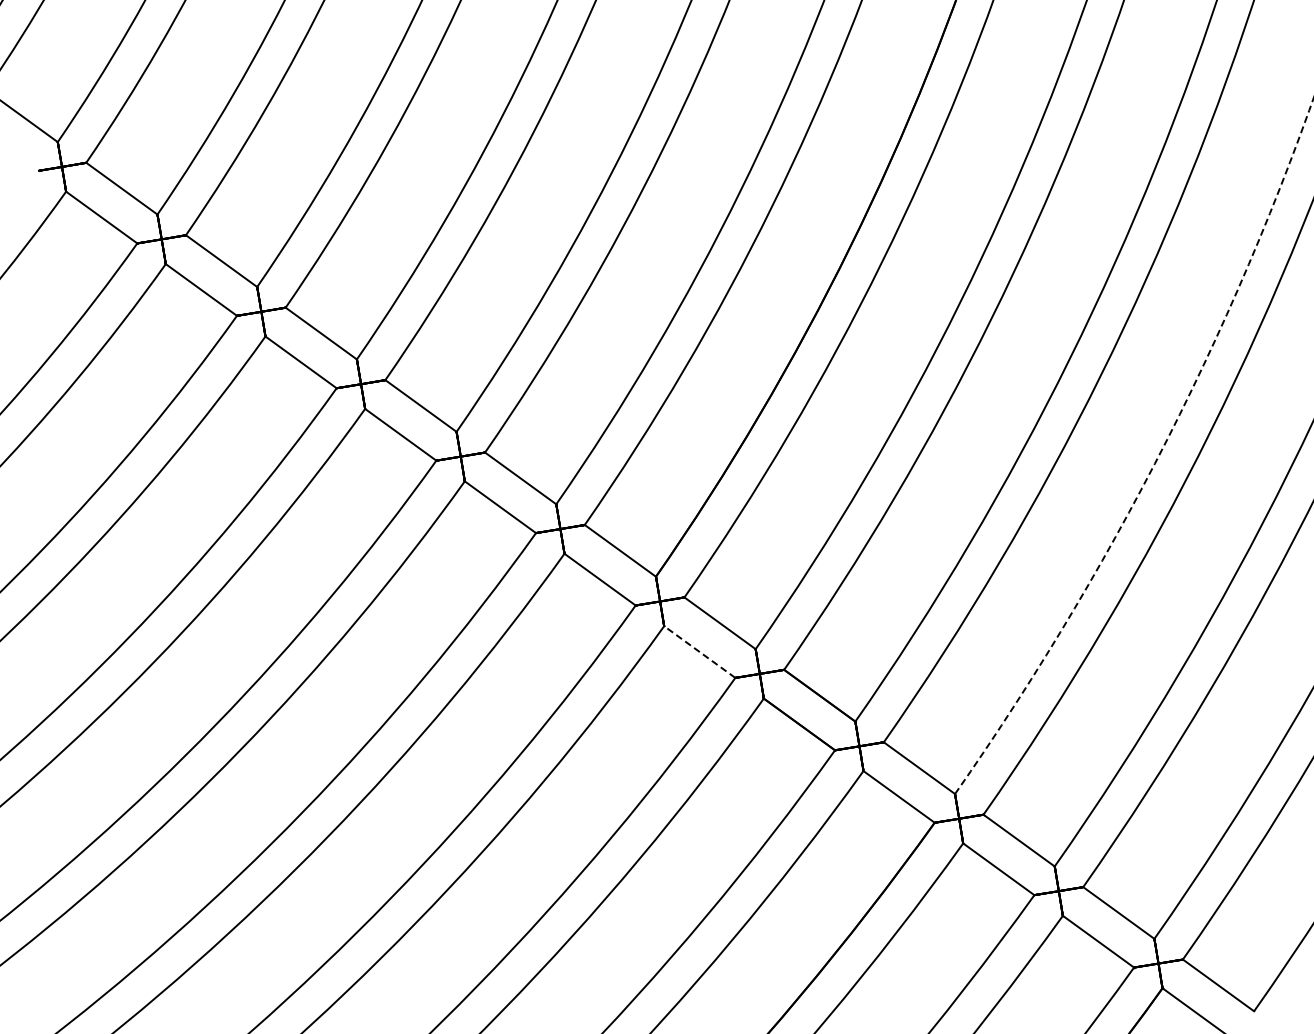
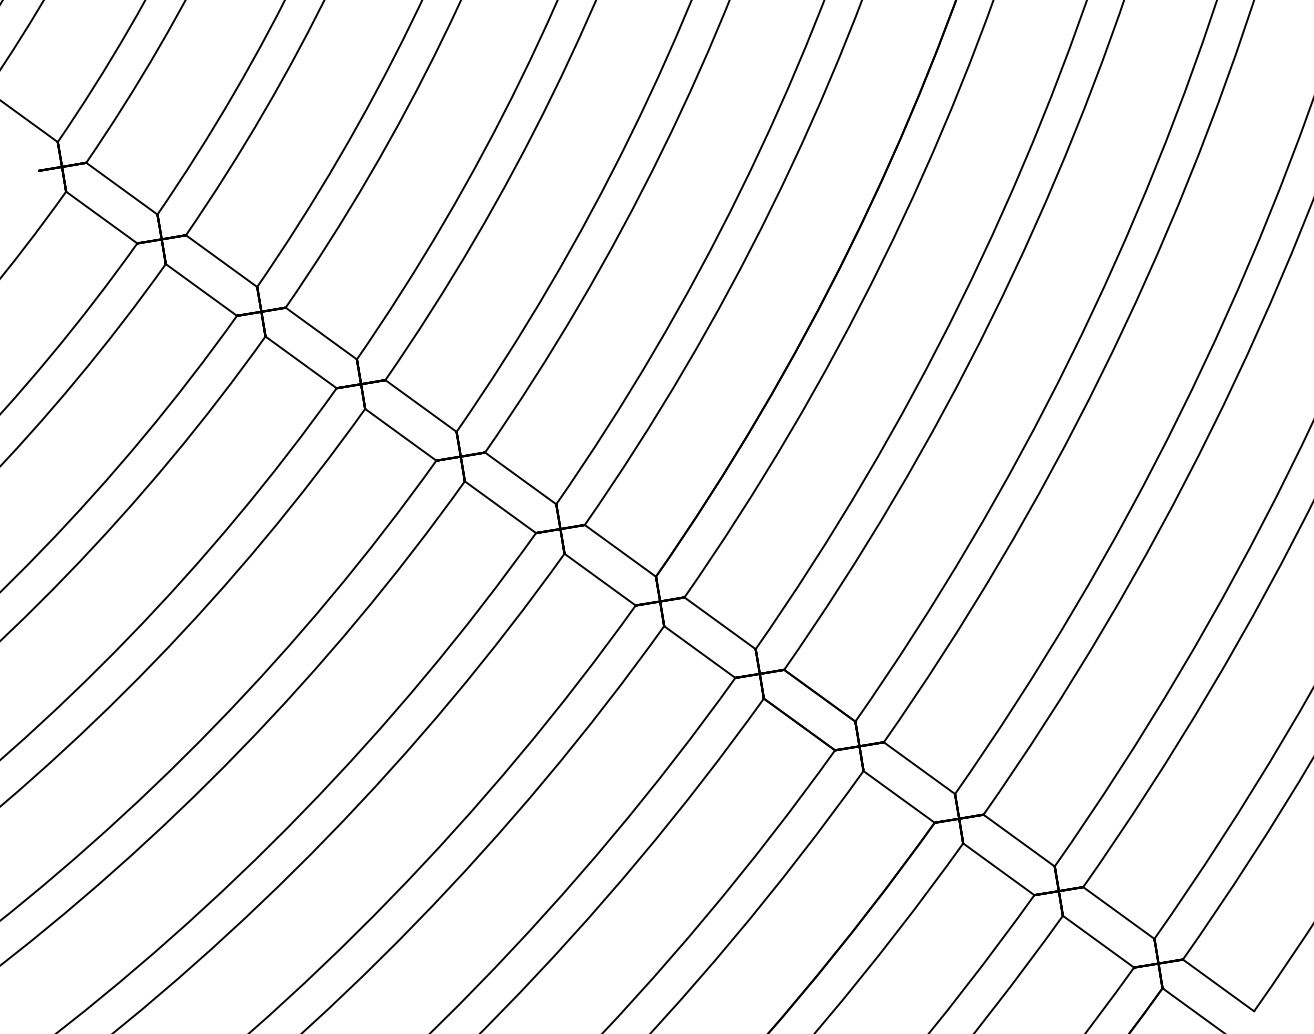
arc at (1157, 457): dashed -> solid
line at (699, 652): dashed -> solid
